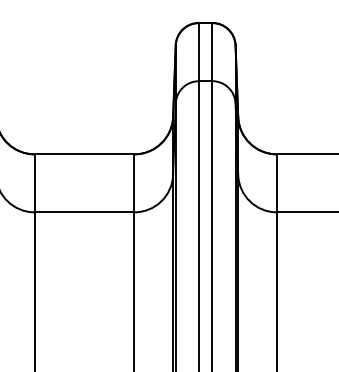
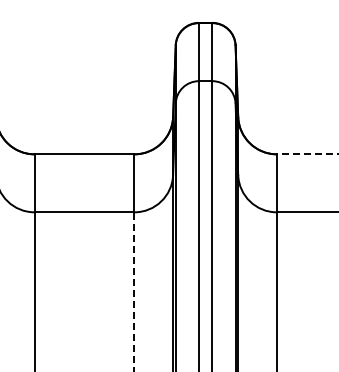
line at (307, 154): solid -> dashed
line at (134, 291): solid -> dashed
